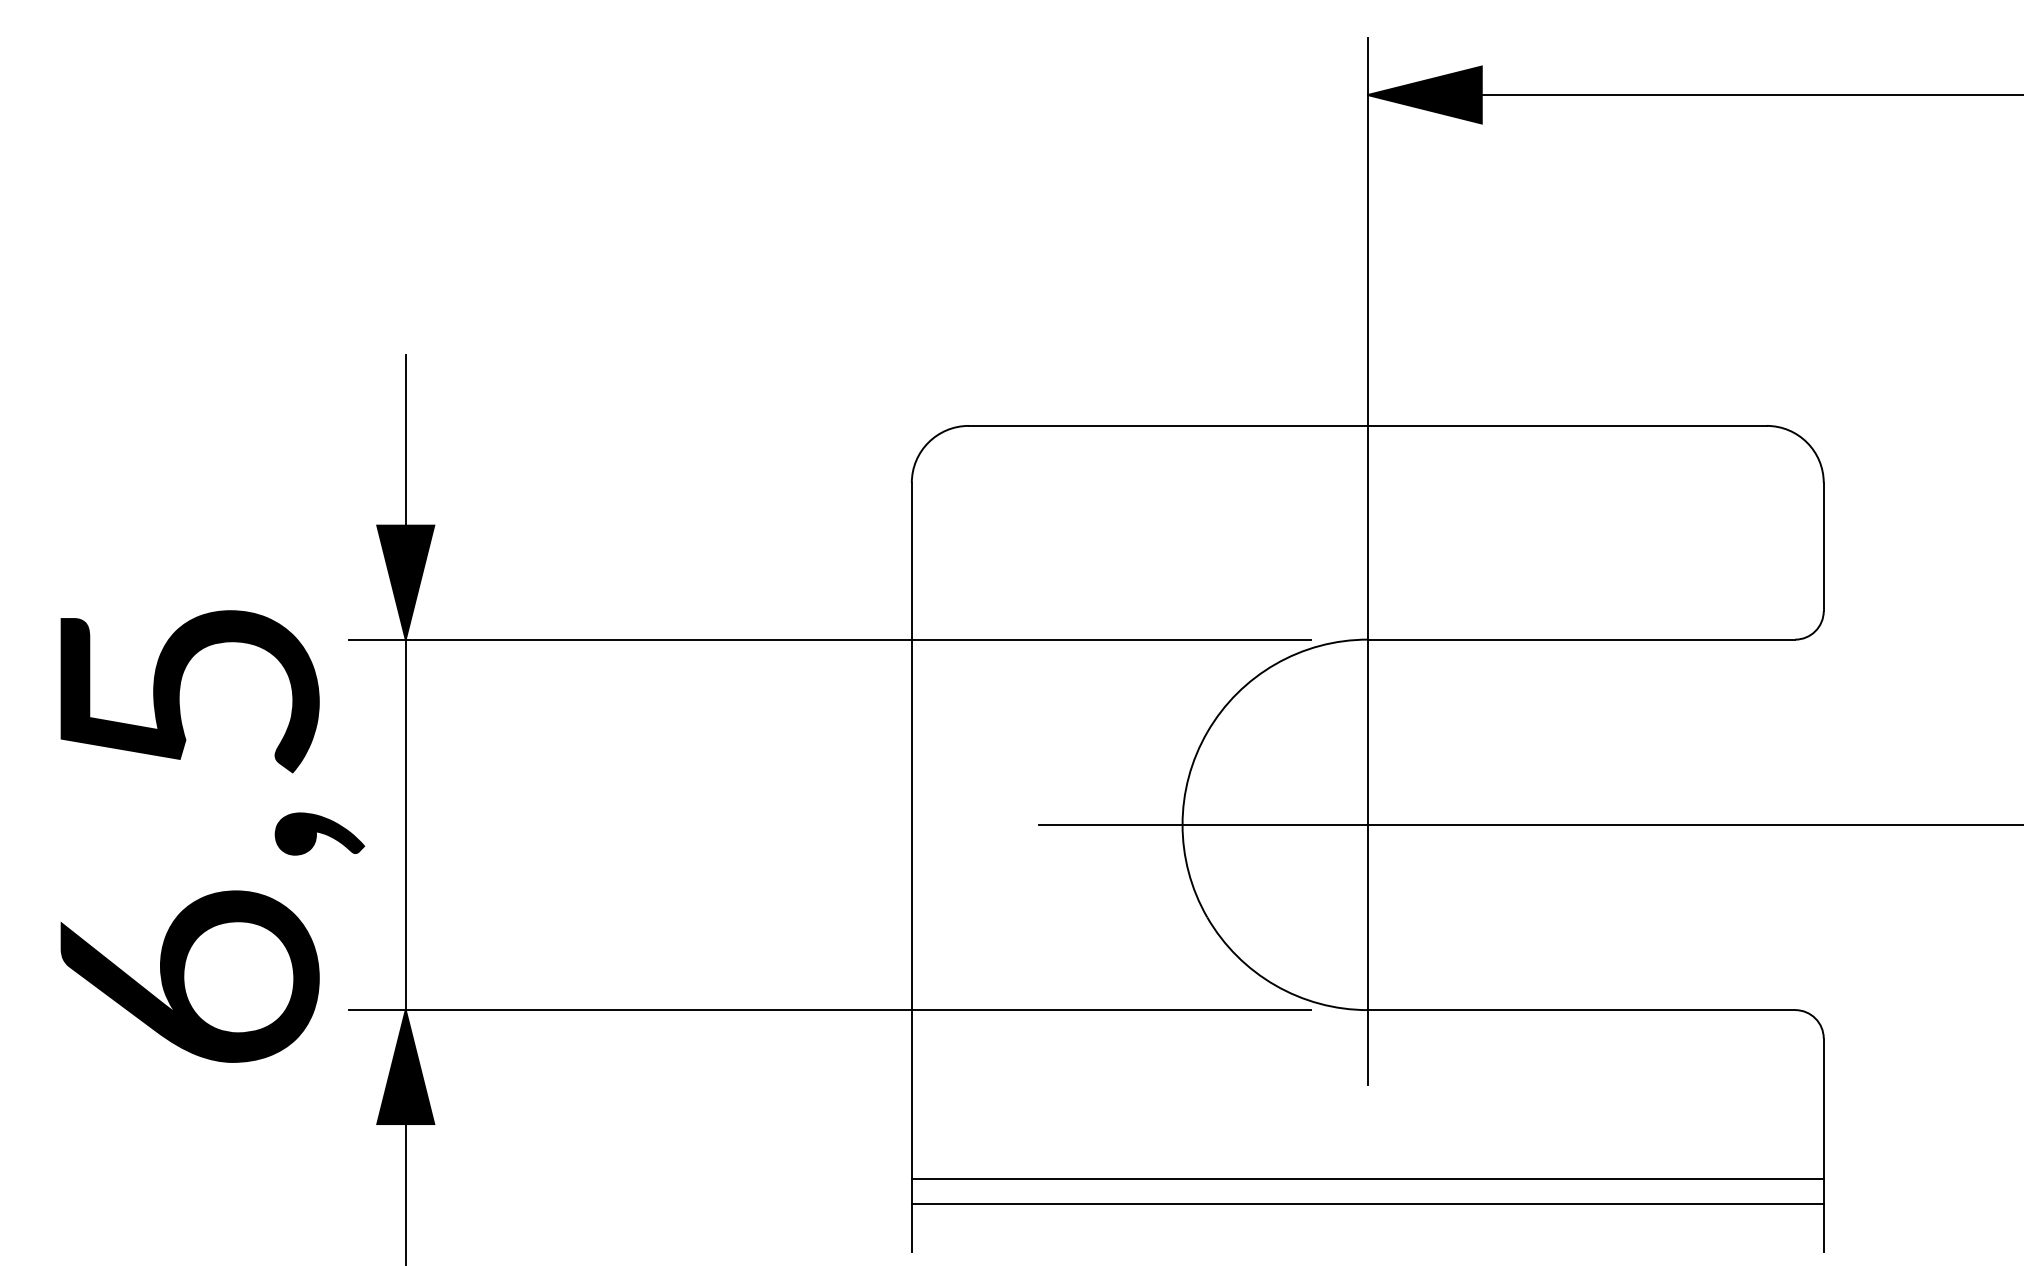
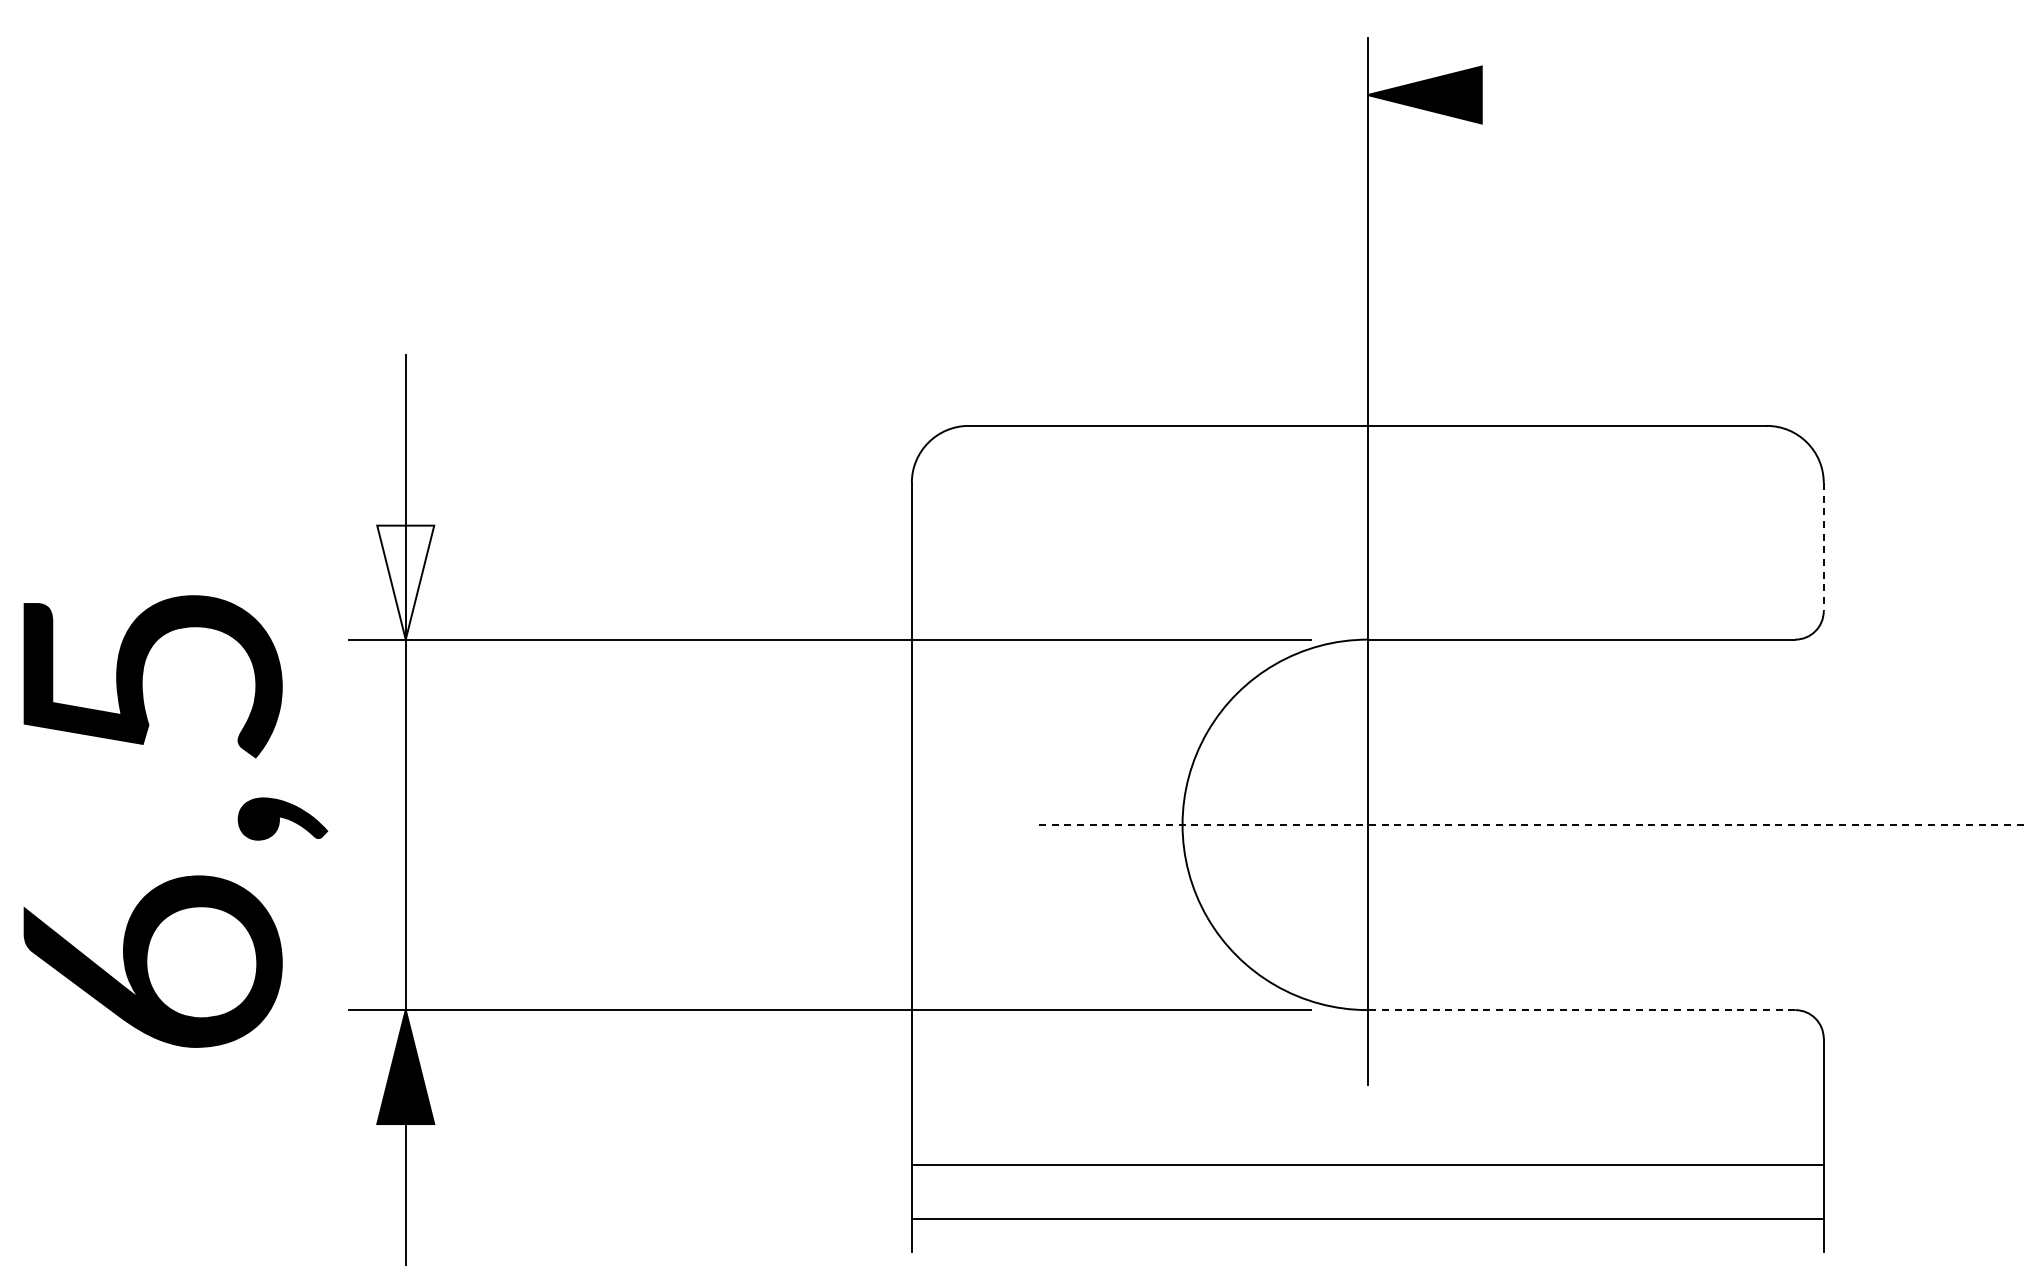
line at (1693, 95): present -> none
line at (1823, 547): solid -> dashed
fill at (405, 582): present -> none
line at (1531, 824): solid -> dashed
text at (212, 836) position: (212, 836) -> (175, 821)
line at (1581, 1010): solid -> dashed
line at (1367, 1178) position: (1367, 1178) -> (1367, 1164)
line at (1367, 1203) position: (1367, 1203) -> (1367, 1218)
